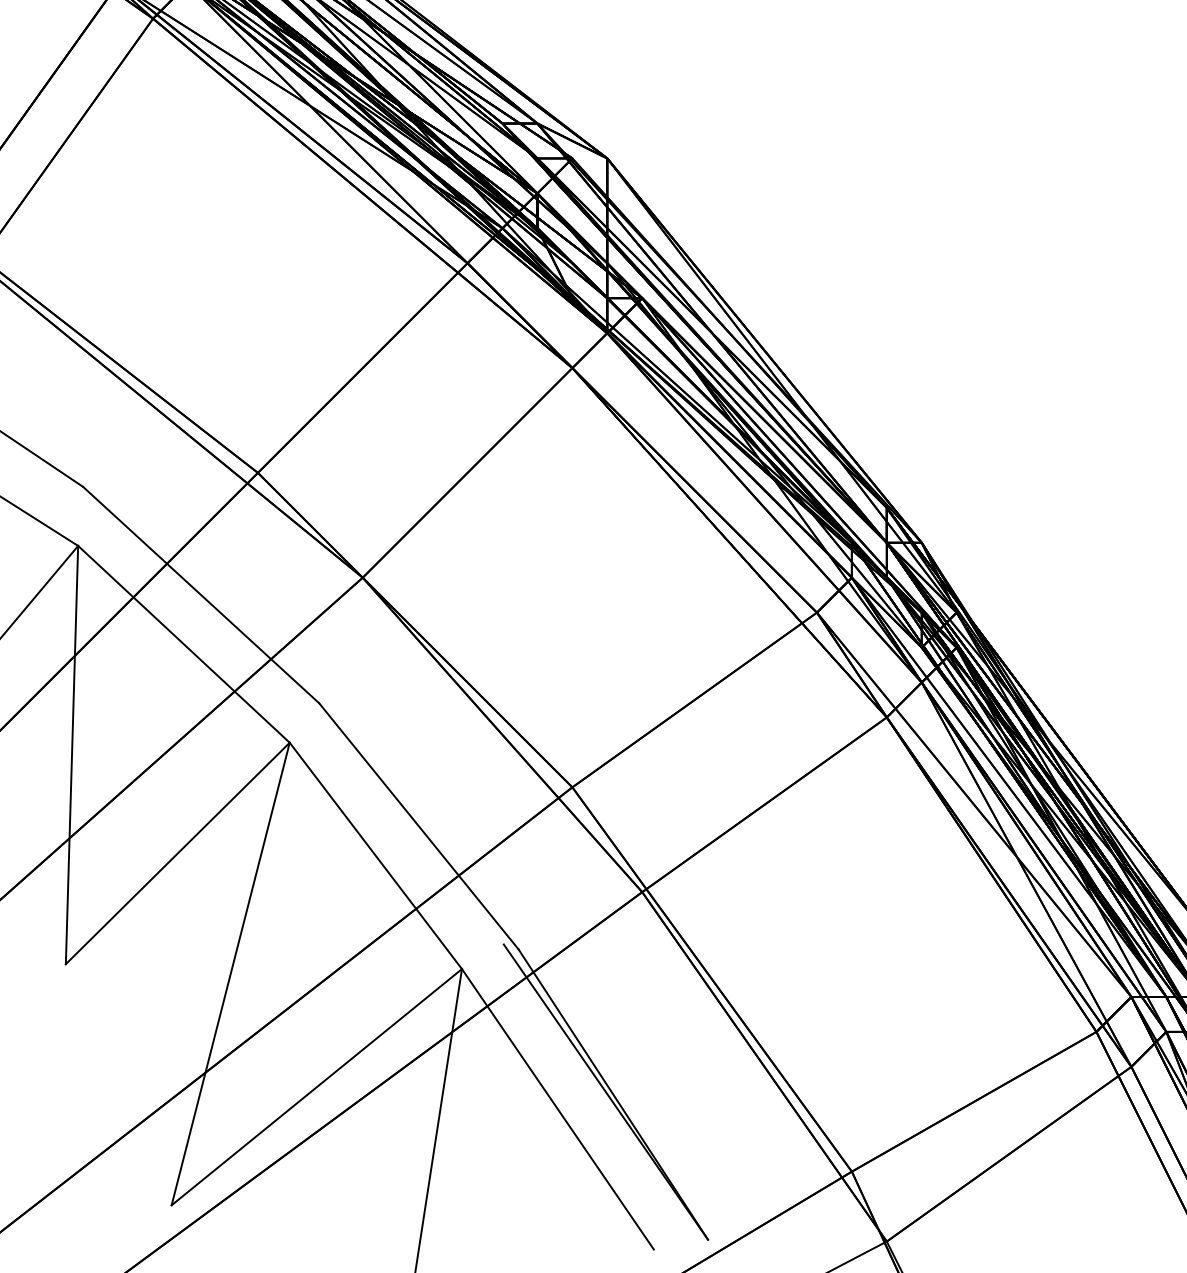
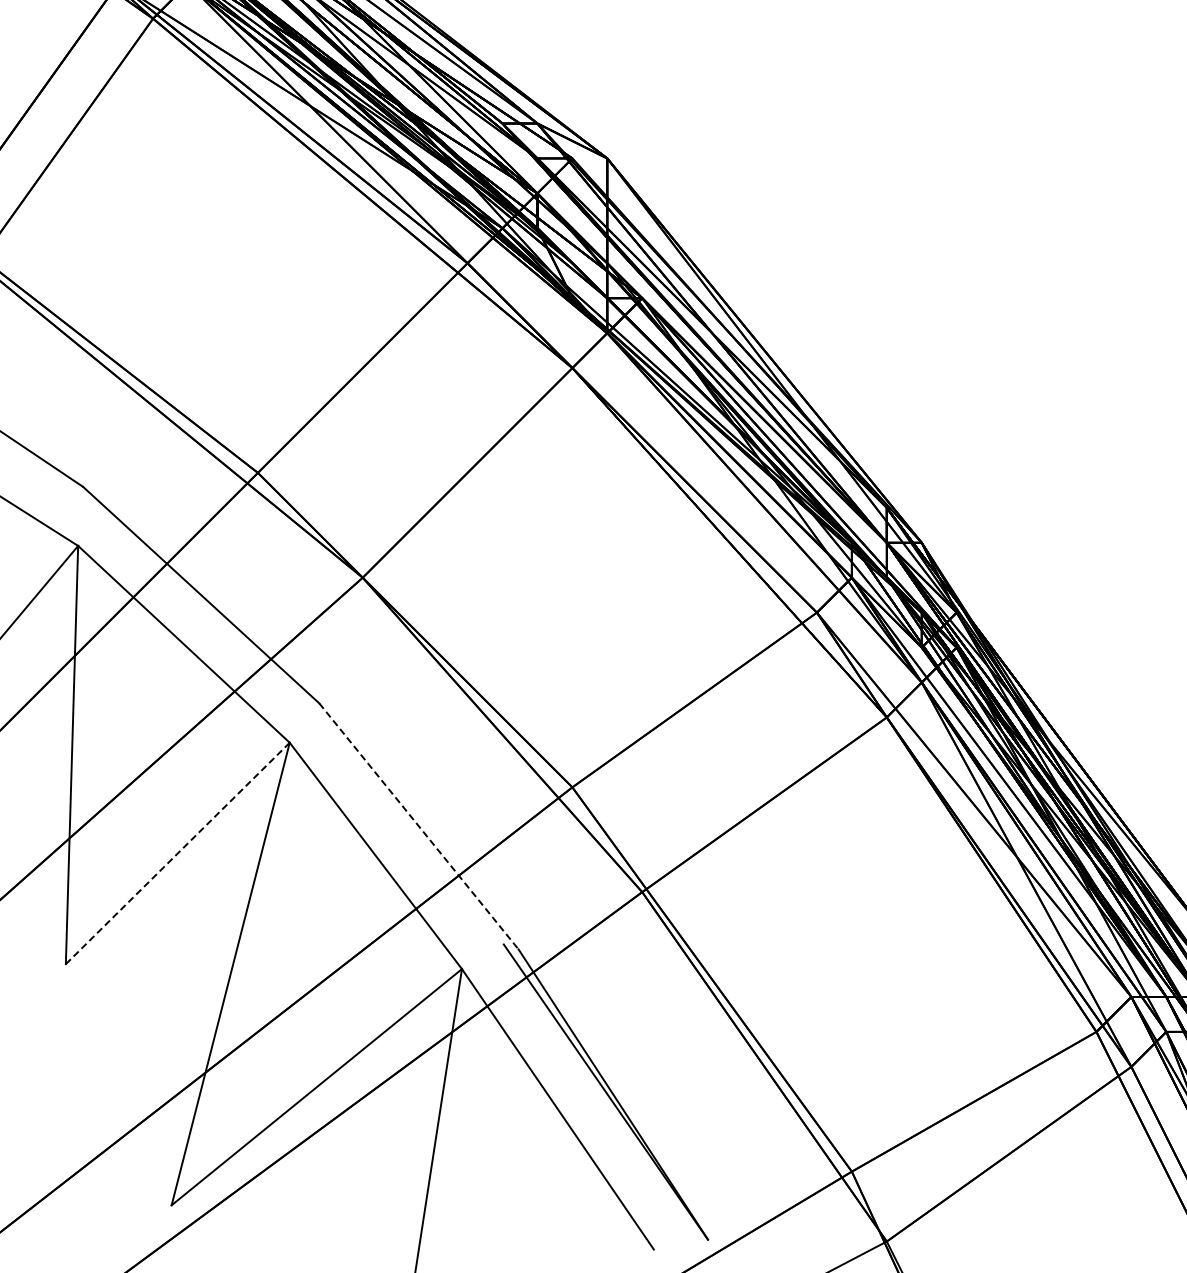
line at (419, 826): solid -> dashed
line at (178, 853): solid -> dashed
